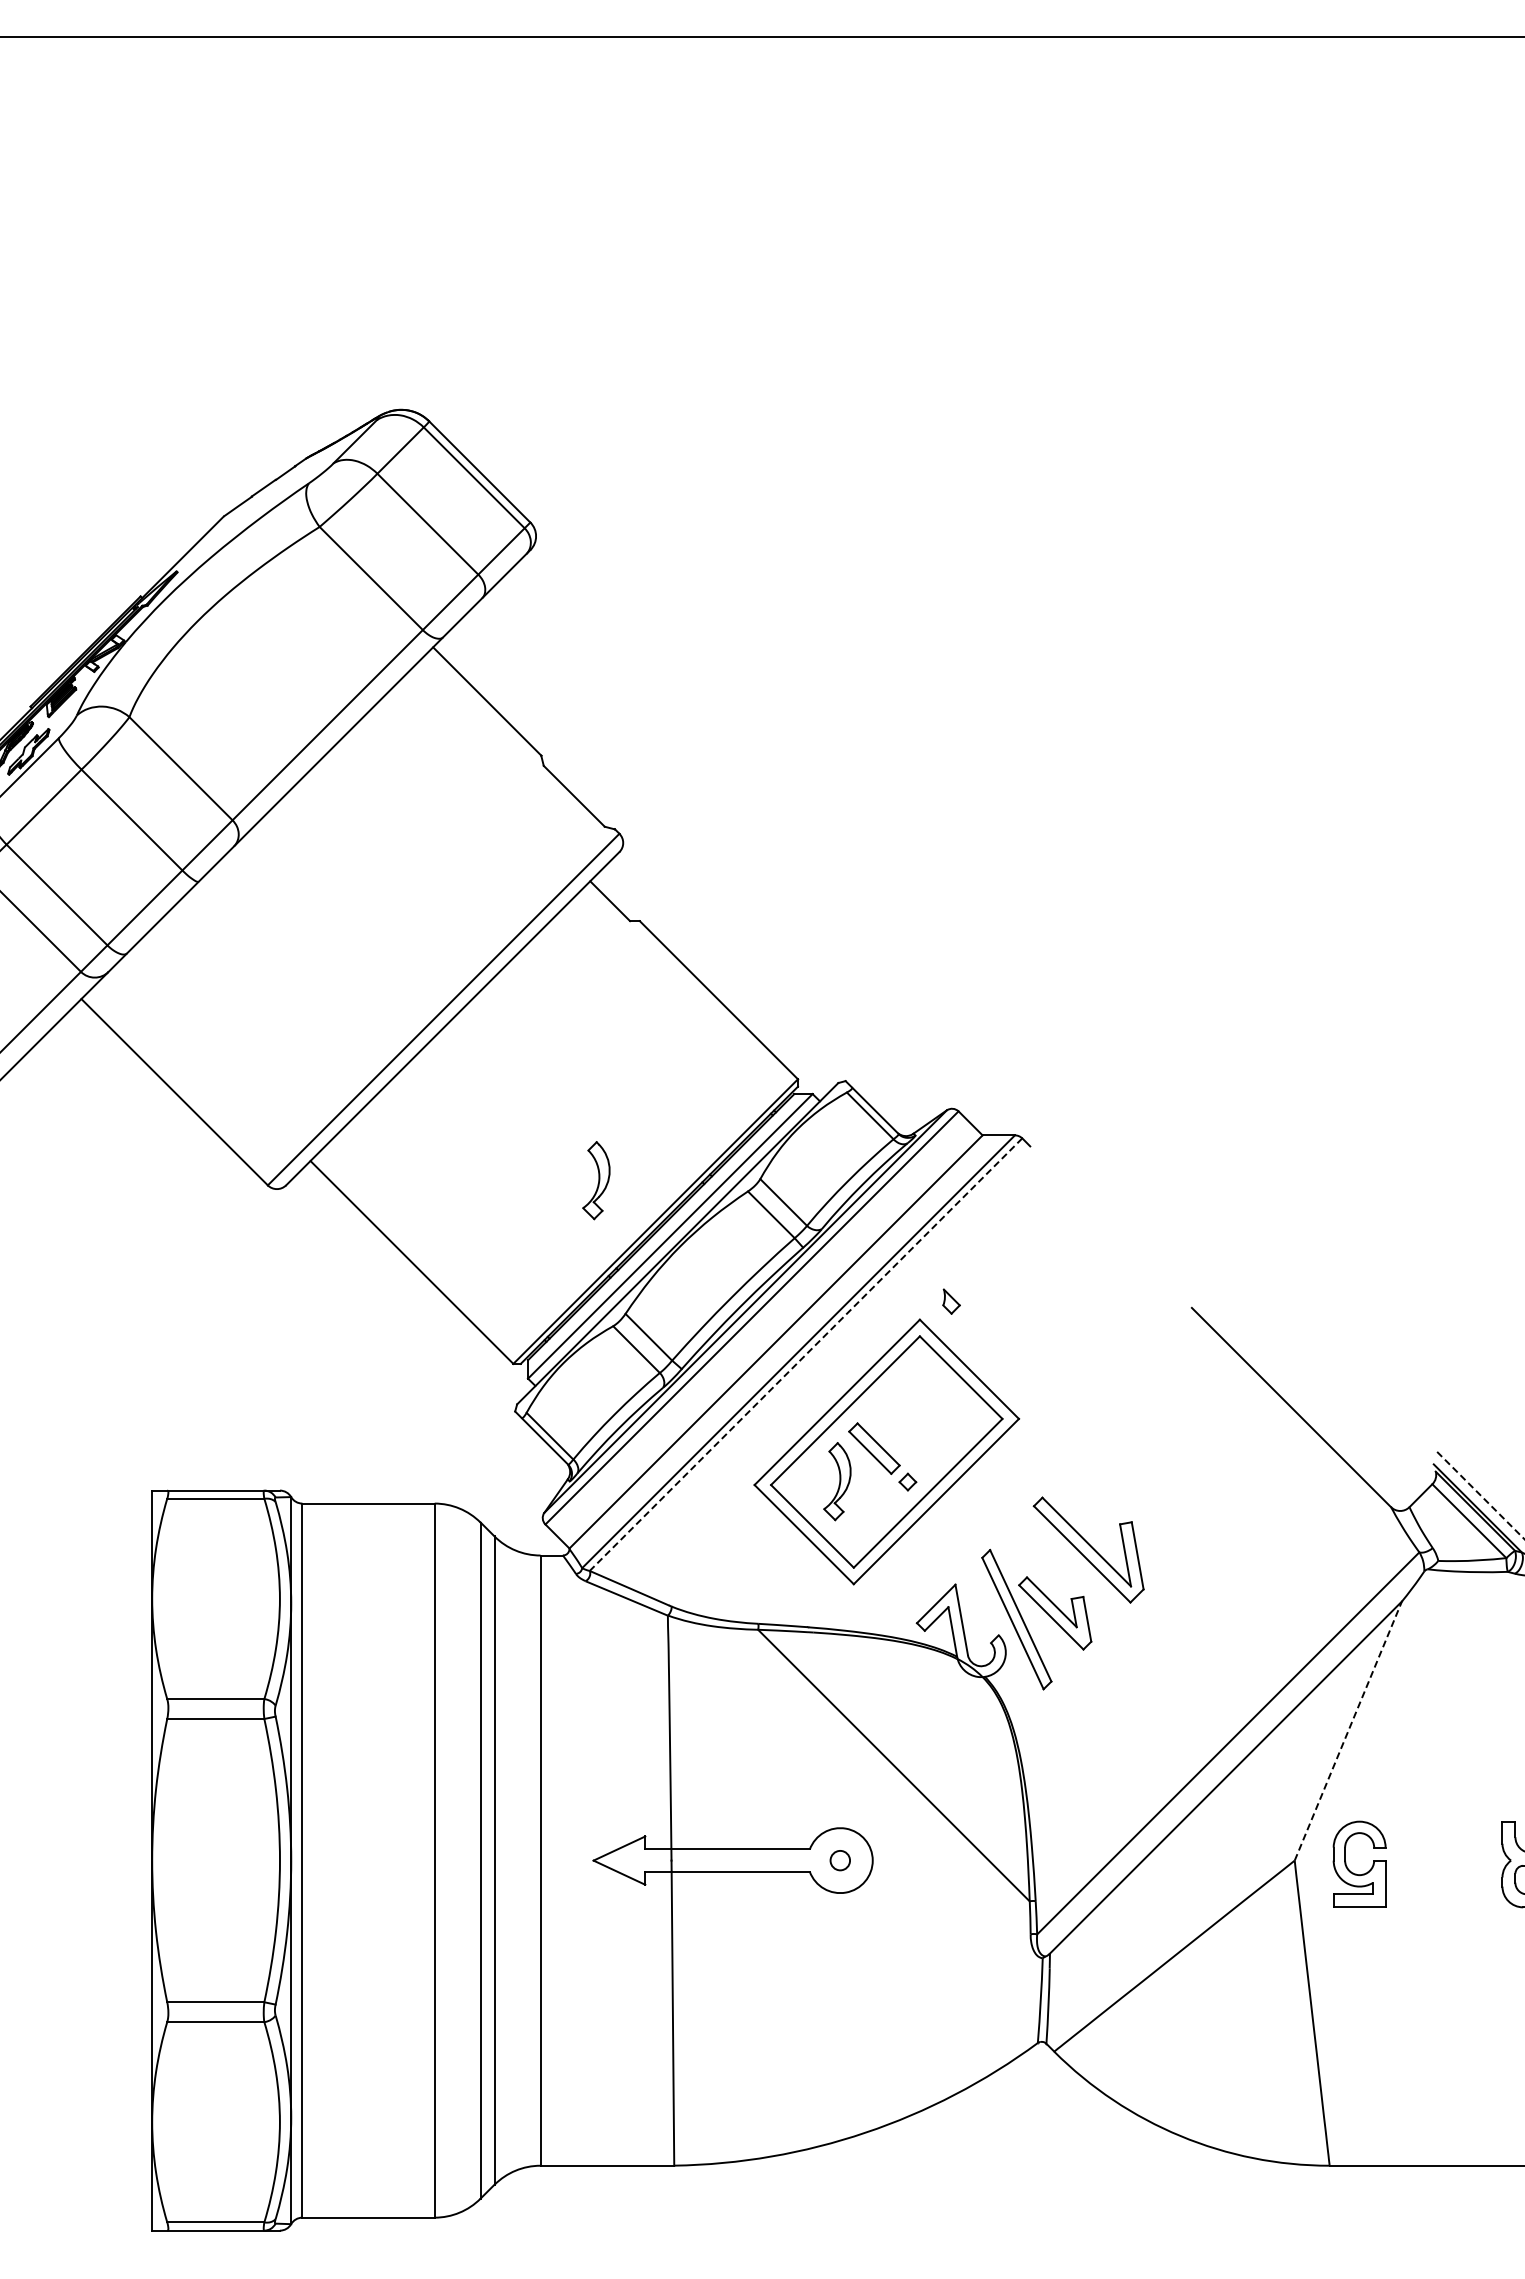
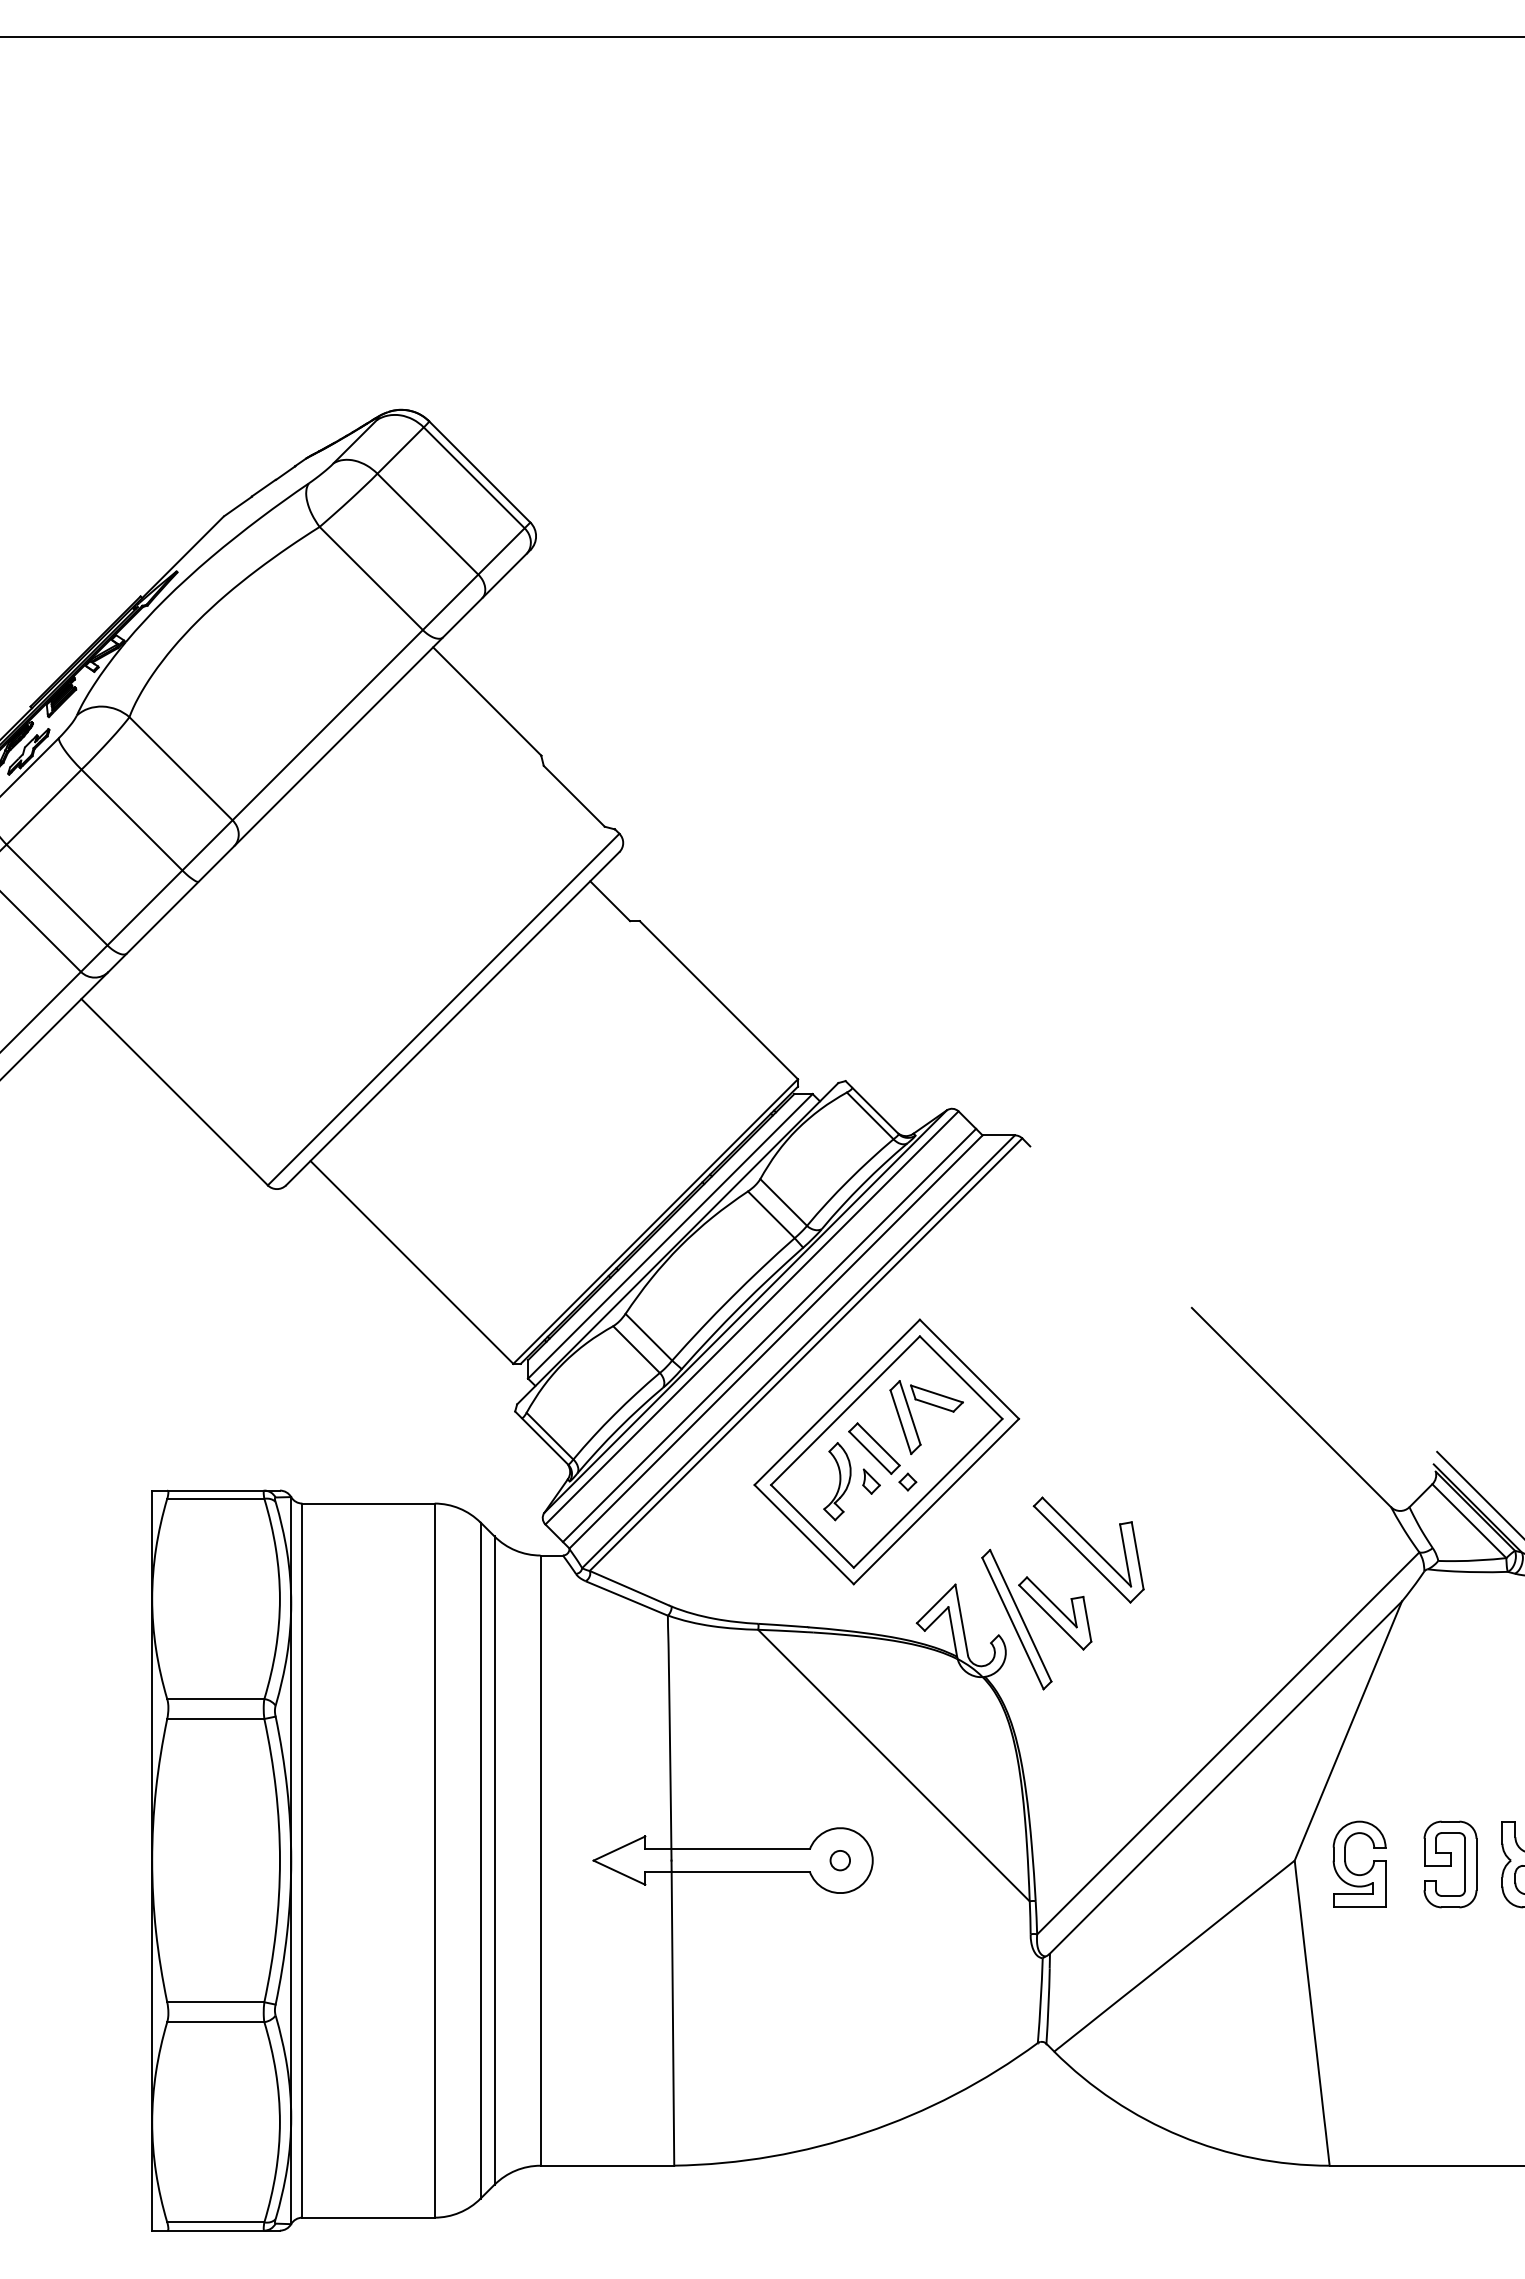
part at (596, 1180): present -> none
part at (951, 1301) position: (951, 1301) -> (871, 1481)
line at (769, 1335): none -> present
line at (806, 1354): dashed -> solid
part at (930, 1405): none -> present
line at (1480, 1495): dashed -> solid
line at (1348, 1730): dashed -> solid
part at (1450, 1864): none -> present
